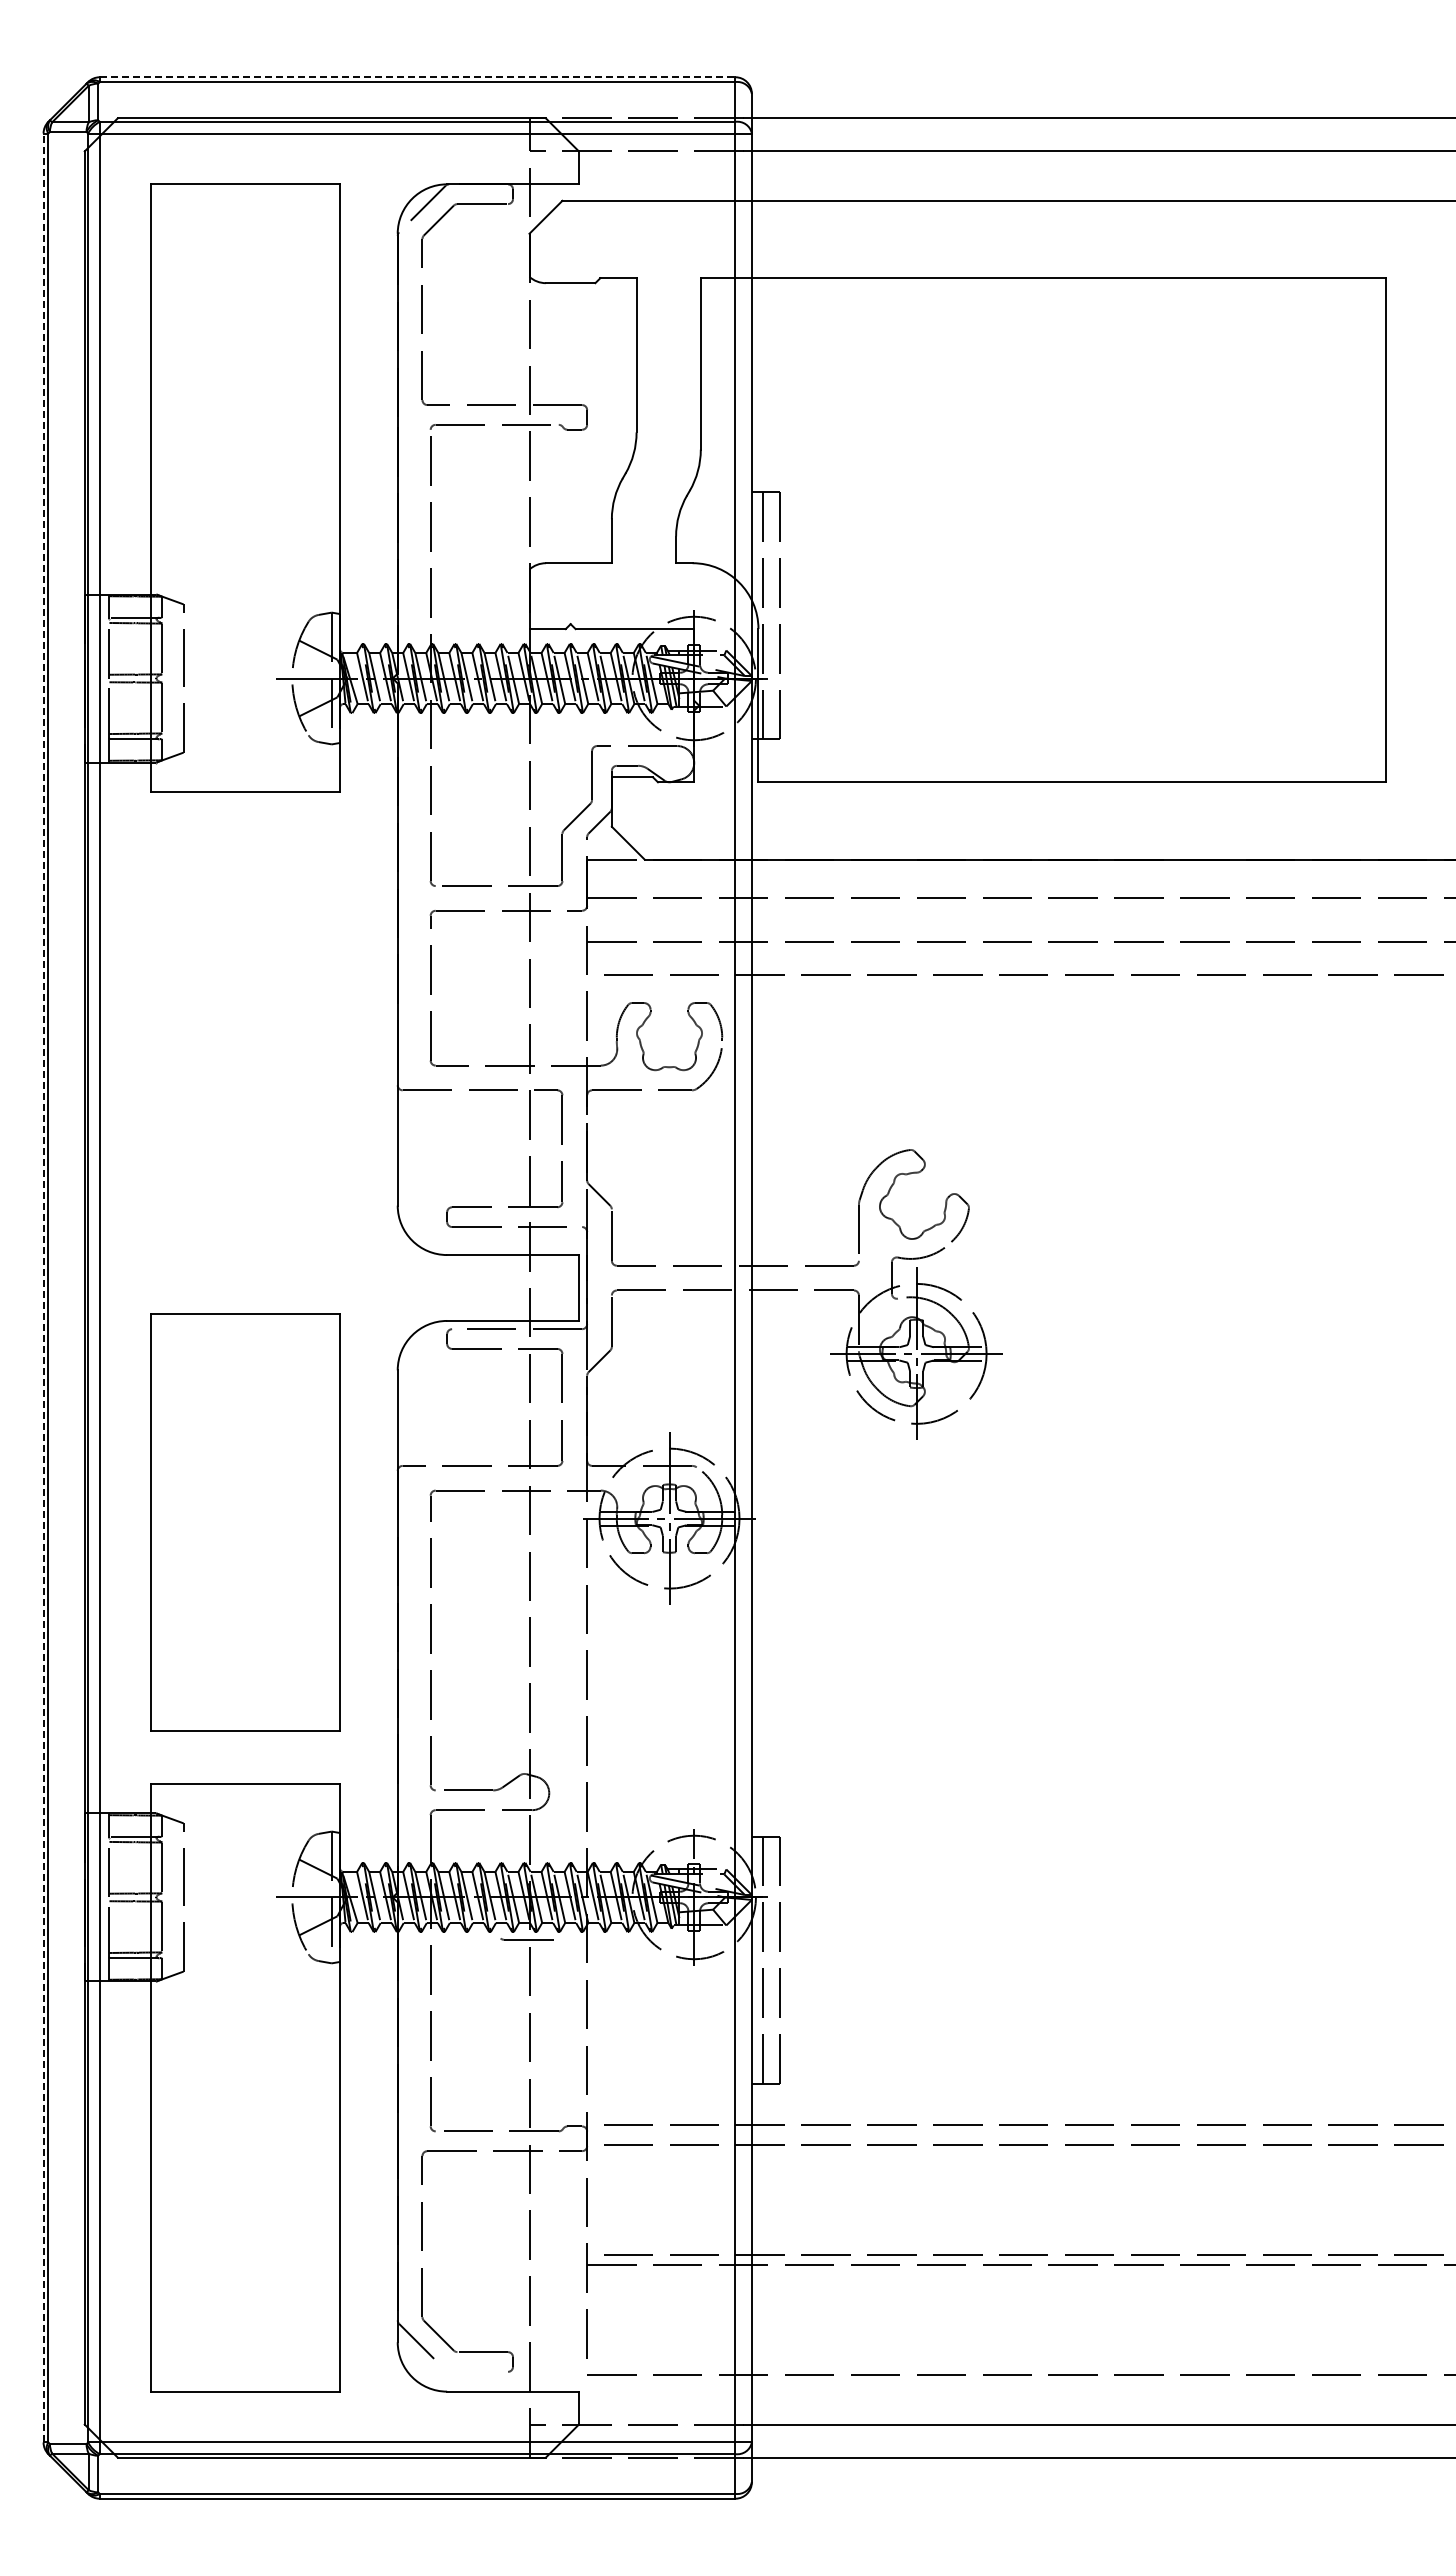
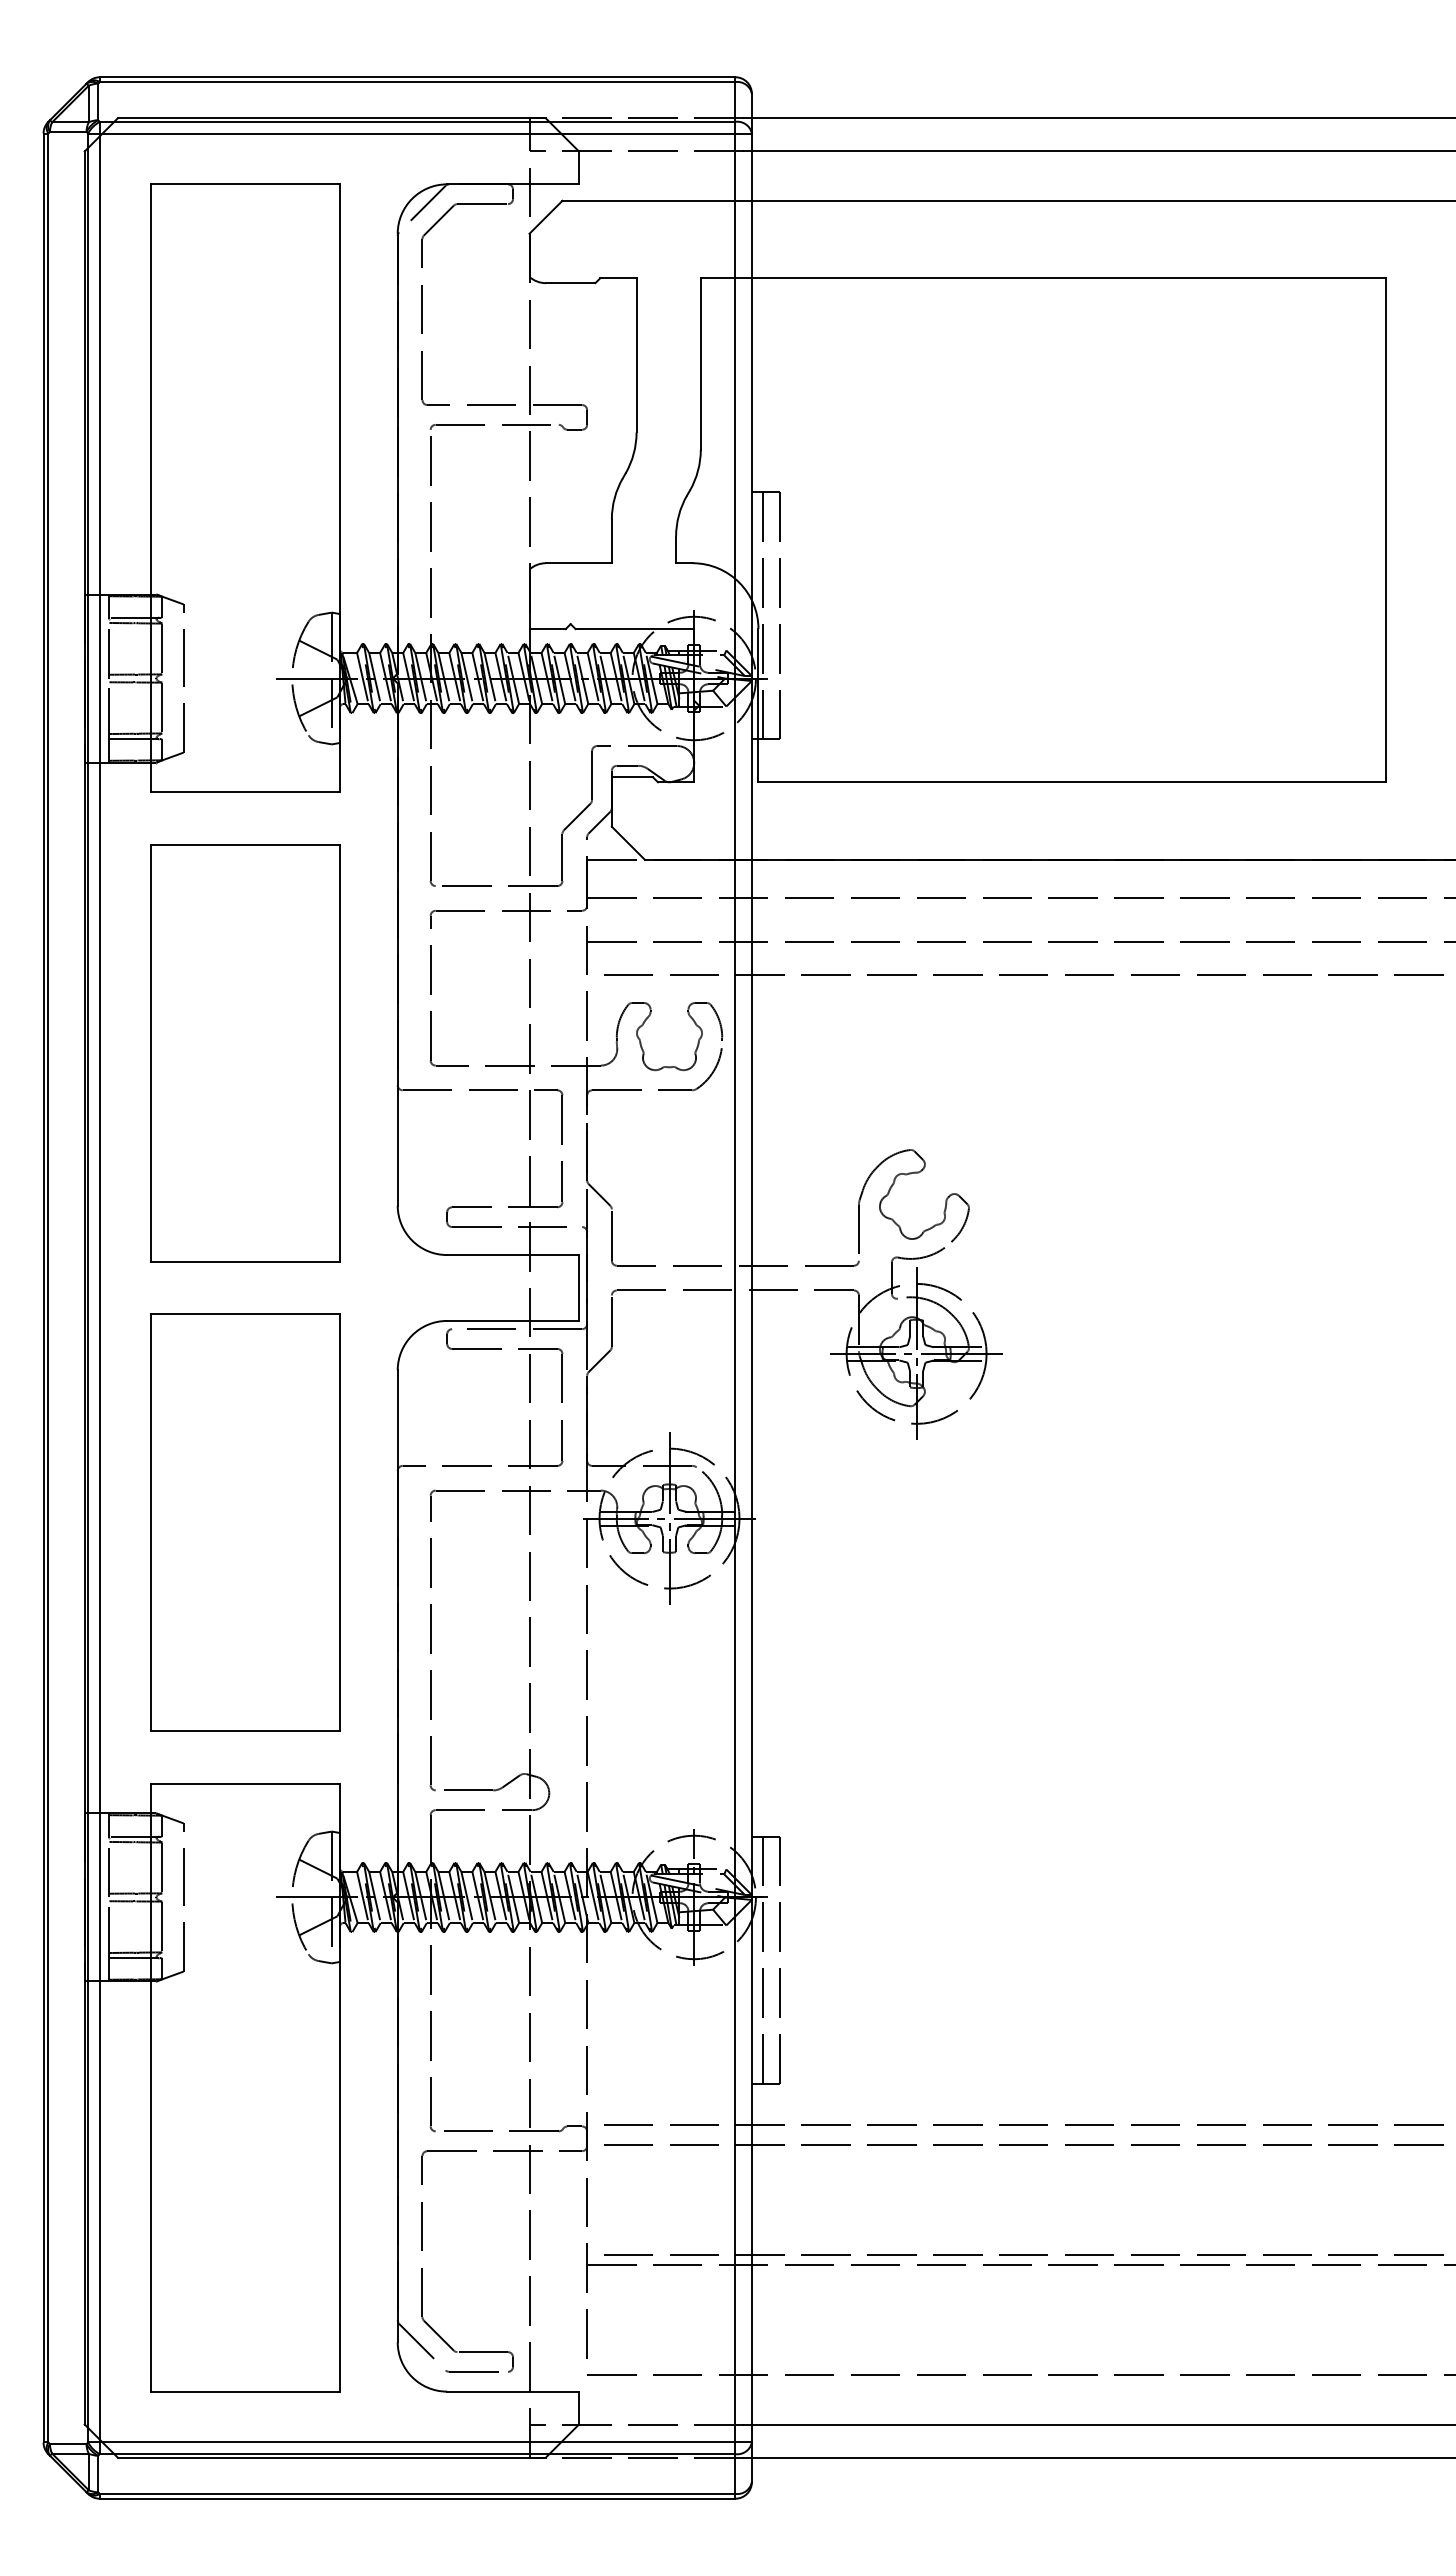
line at (417, 77): dashed -> solid
part at (245, 1053): none -> present
line at (43, 1287): dashed -> solid
line at (526, 1939) position: (526, 1939) -> (471, 2371)
